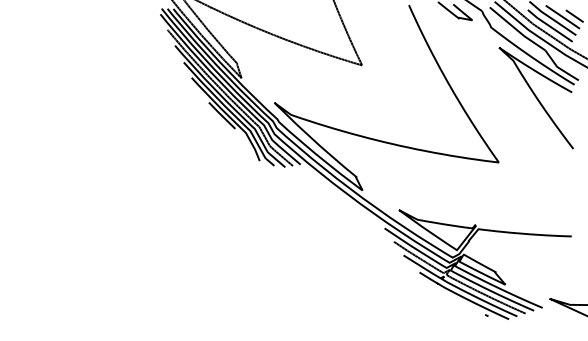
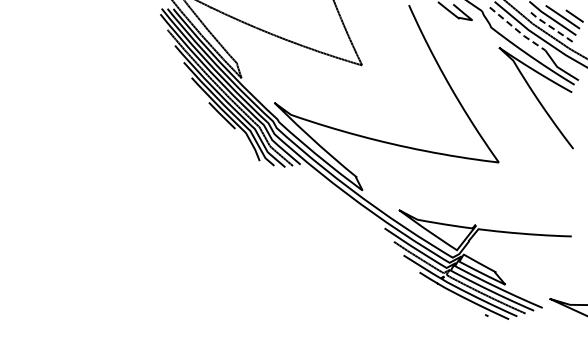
line at (549, 26): solid -> dashed
line at (517, 30): solid -> dashed
